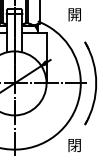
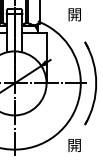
text at (74, 147): 閉 -> 開
